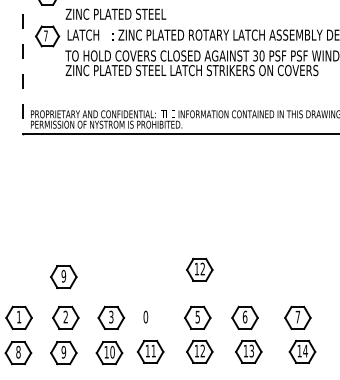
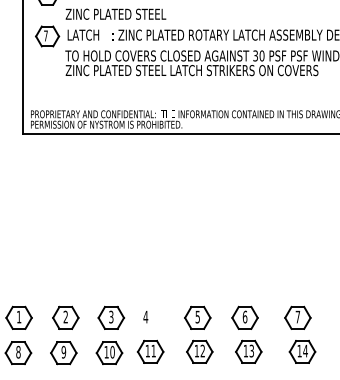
line at (22, 67): dashed -> solid
part at (199, 269): present -> none
part at (63, 277): present -> none
text at (145, 316): 0 -> 4
